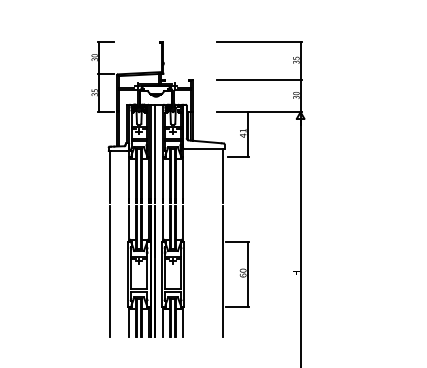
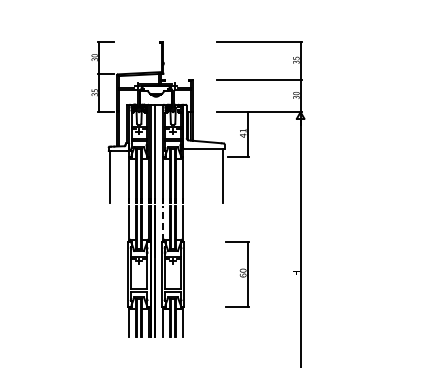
line at (163, 223): solid -> dashed
line at (109, 271): present -> none
line at (222, 271): present -> none
